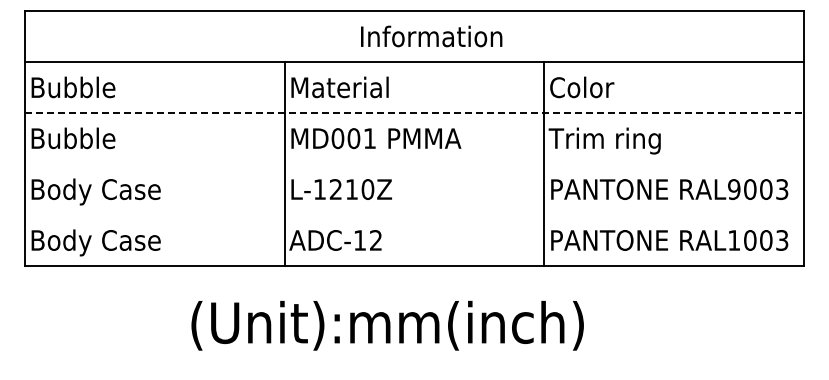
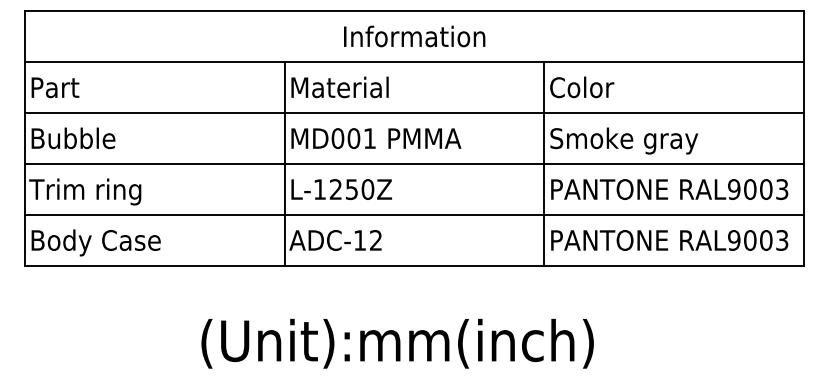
text at (431, 36) position: (431, 36) -> (414, 36)
text at (74, 87): Bubble -> Part
line at (414, 113): dashed -> solid
text at (623, 140): Trim ring -> Smoke gray
line at (414, 164): none -> present
text at (351, 189): L-1210Z -> L-1250Z
text at (94, 191): Body Case -> Trim ring
line at (414, 215): none -> present
text at (734, 240): RAL1003 -> RAL9003
text at (387, 325) position: (387, 325) -> (397, 343)
